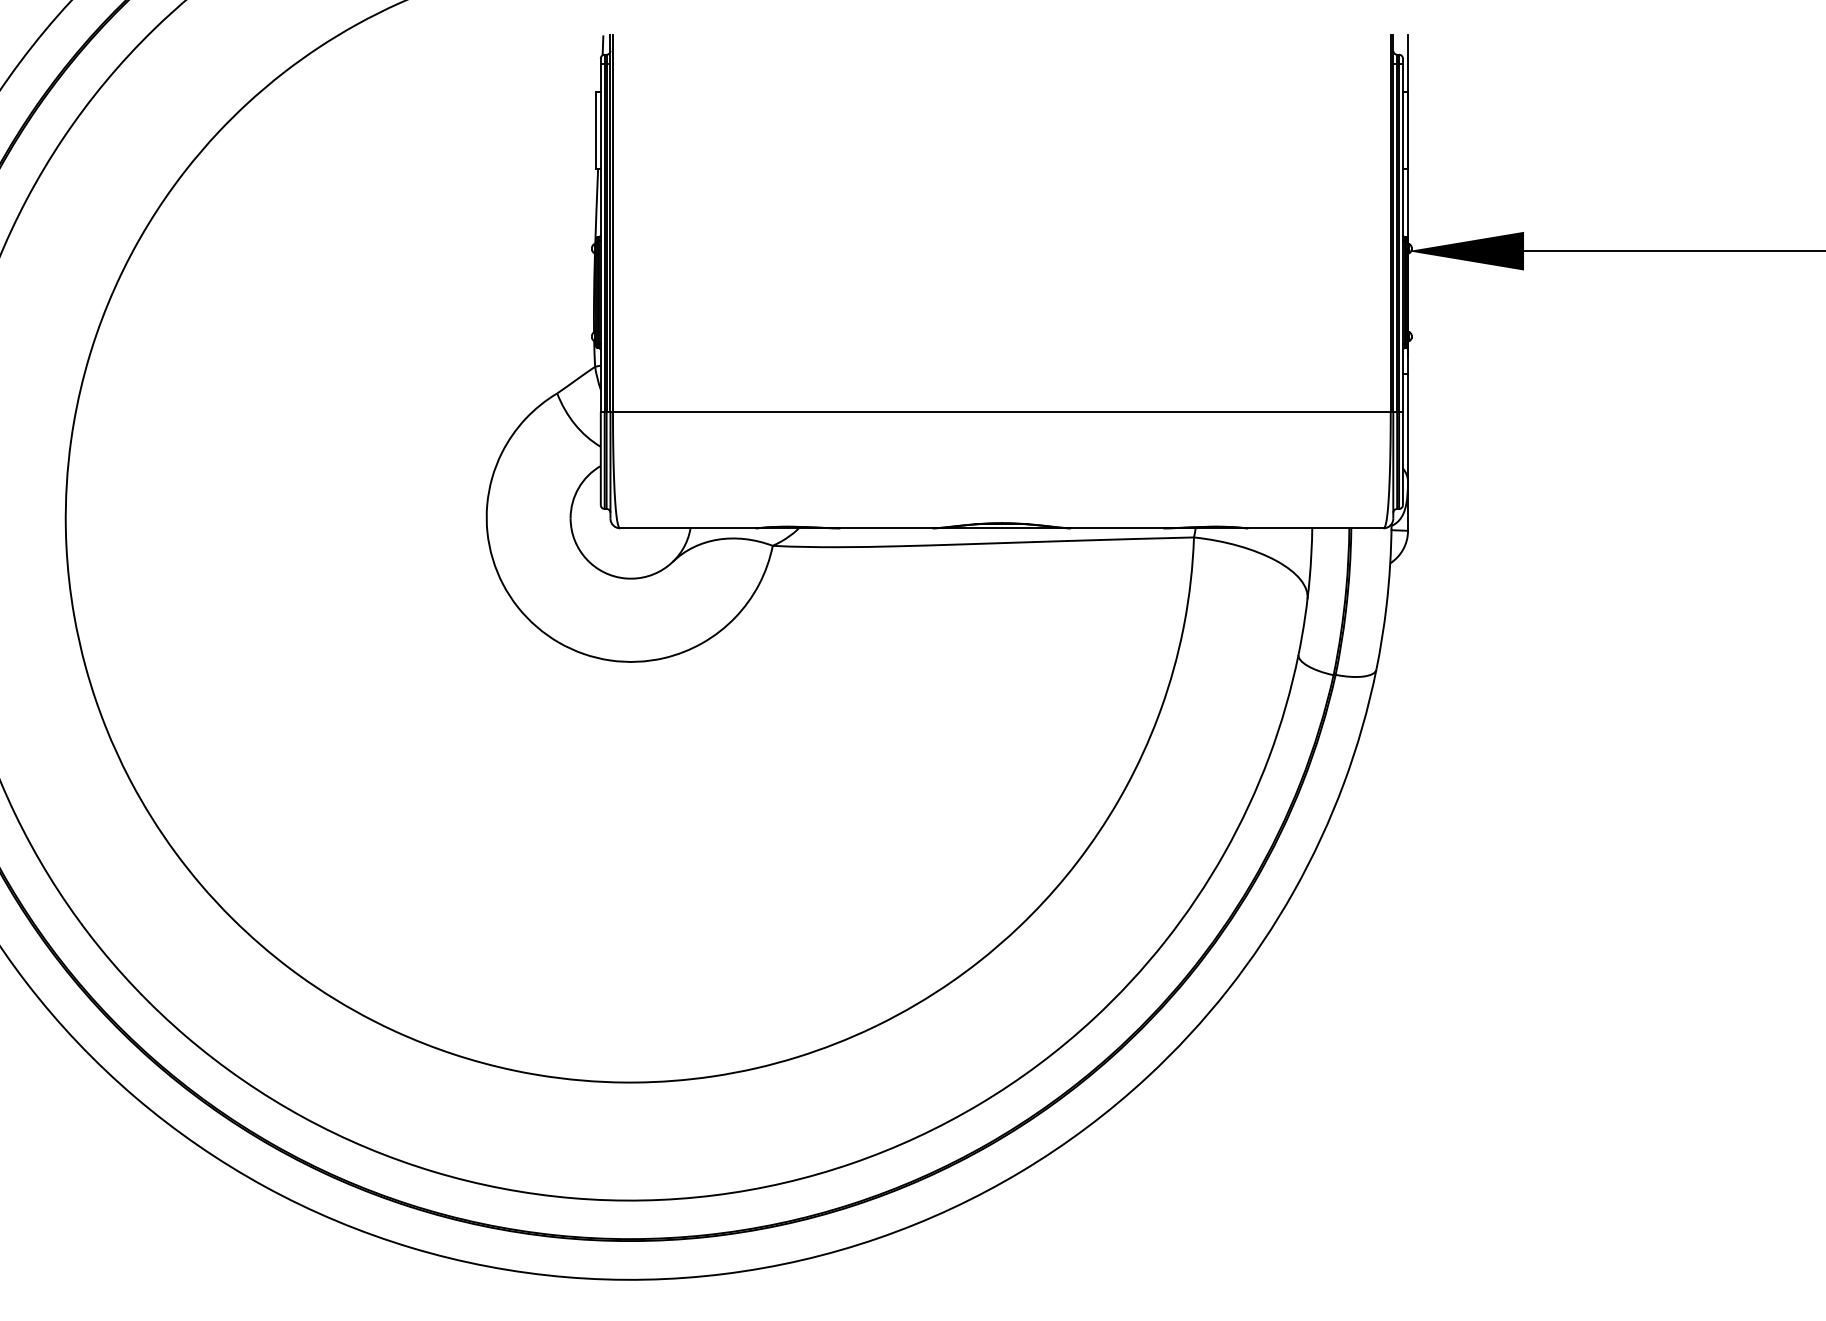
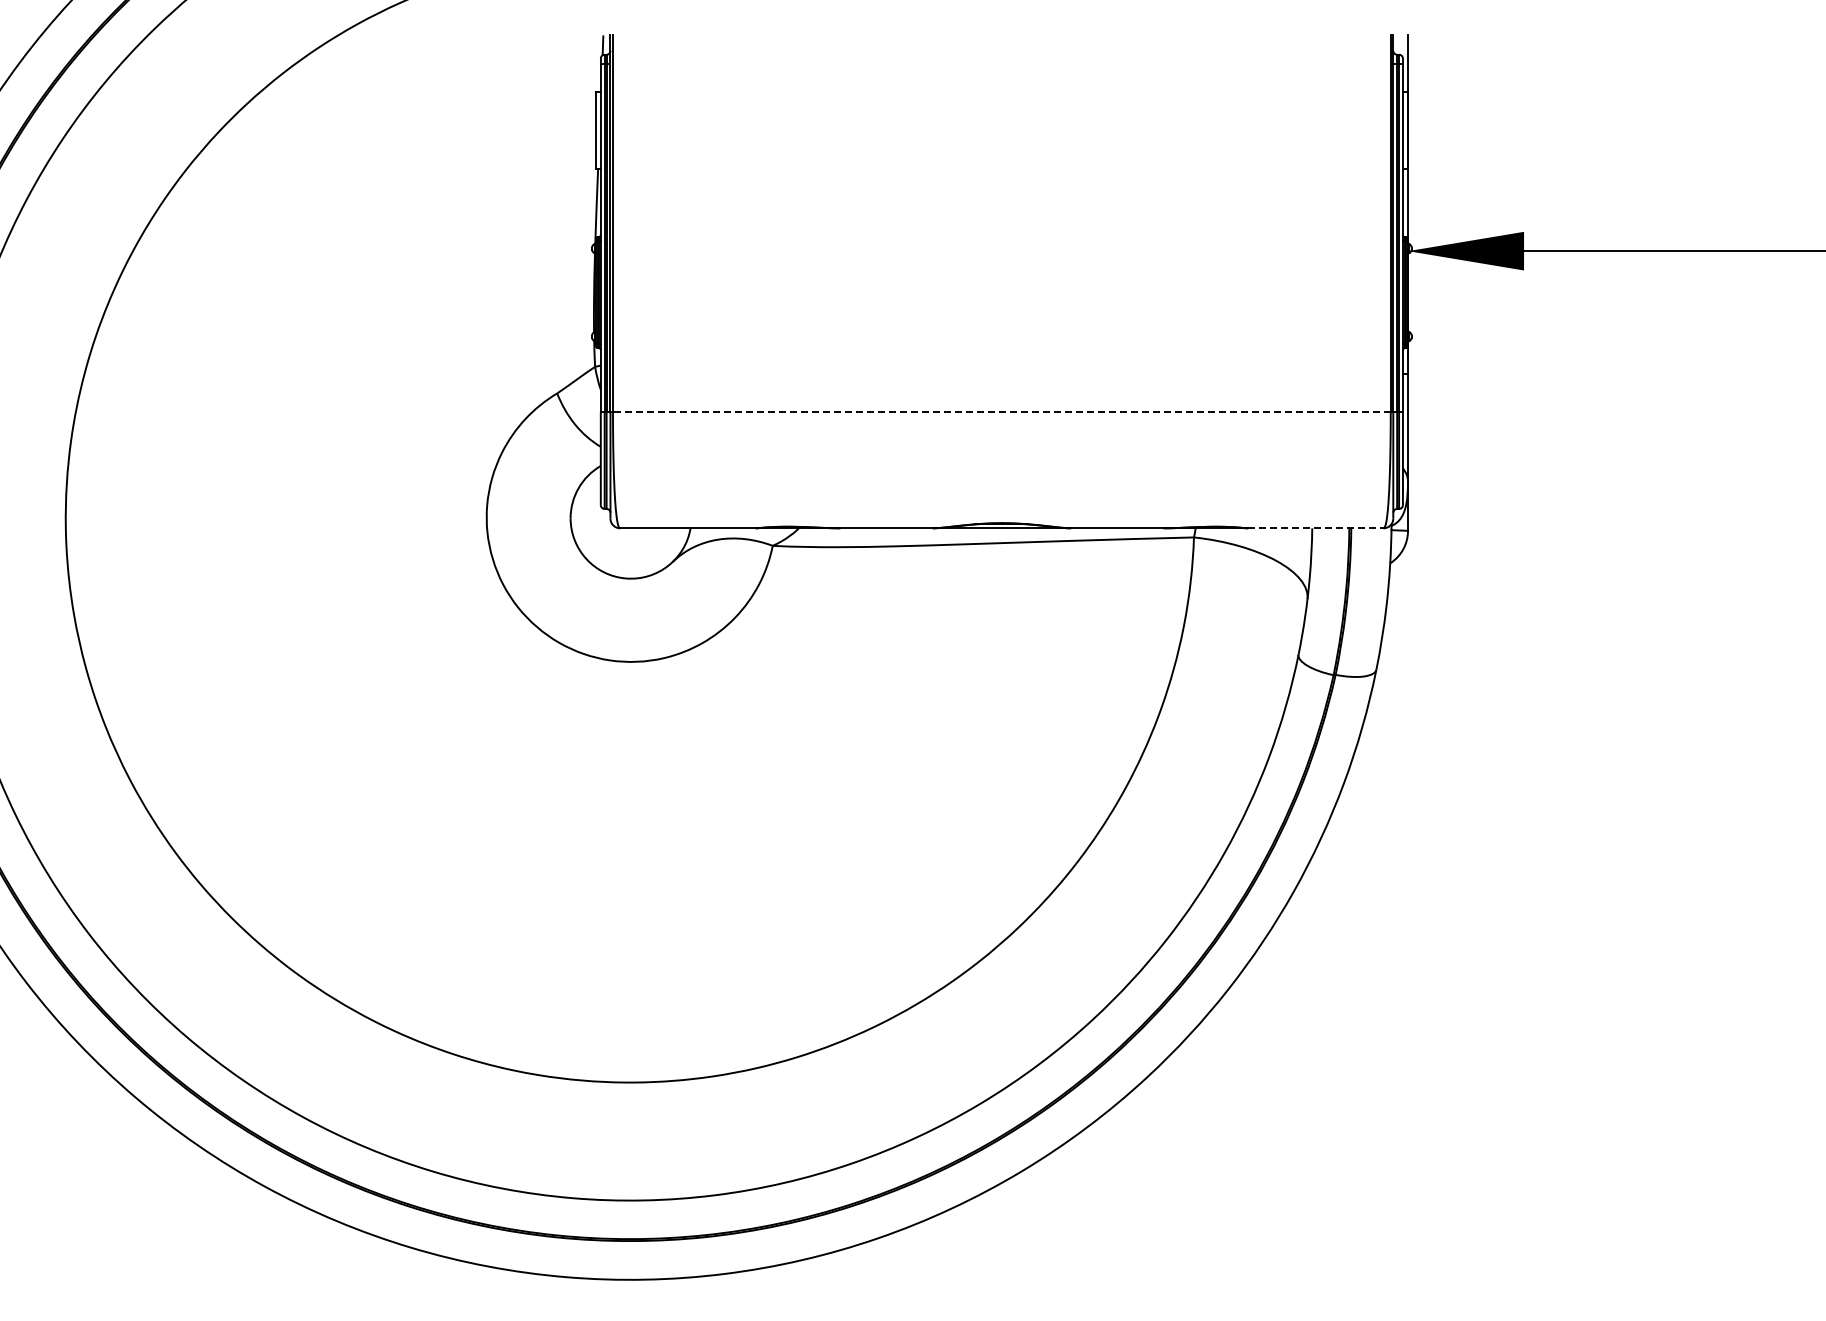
line at (1001, 412): solid -> dashed
line at (1315, 528): solid -> dashed
